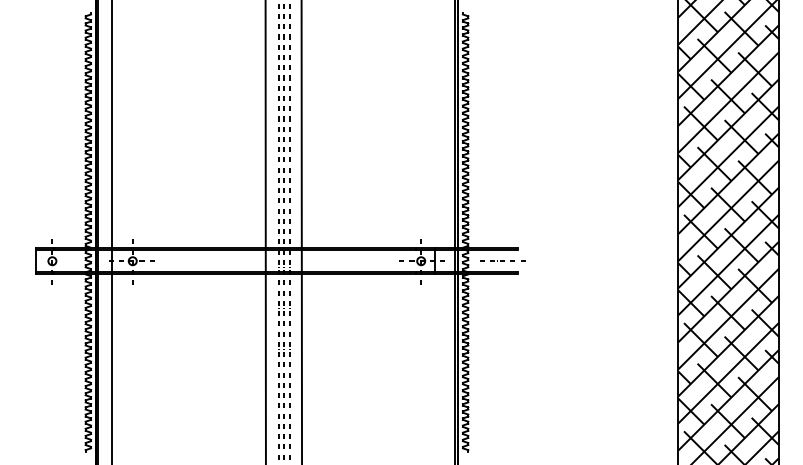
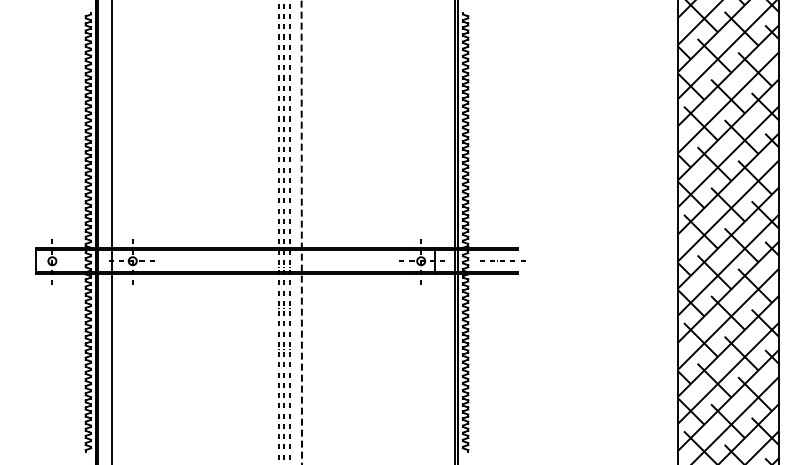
line at (265, 231): present -> none
line at (301, 232): solid -> dashed
